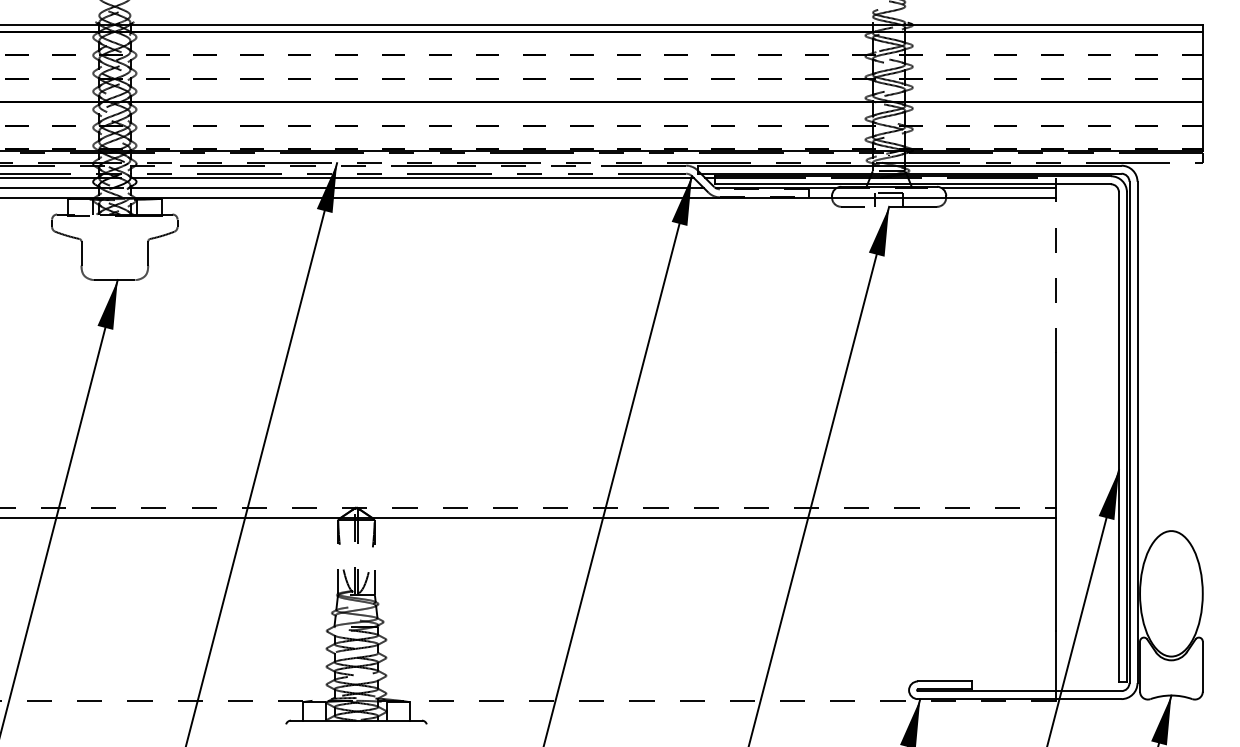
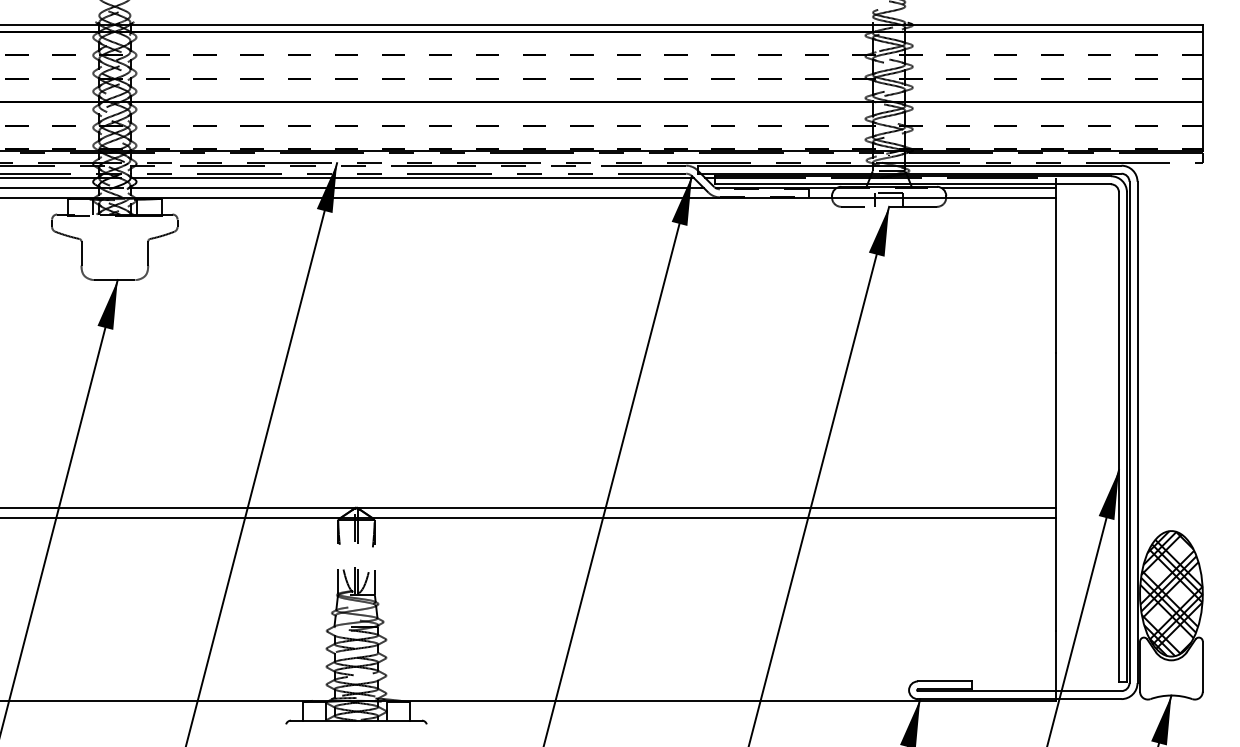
line at (1056, 275): dashed -> solid
line at (528, 507): dashed -> solid
hatch at (1171, 593): none -> present
line at (528, 700): dashed -> solid
